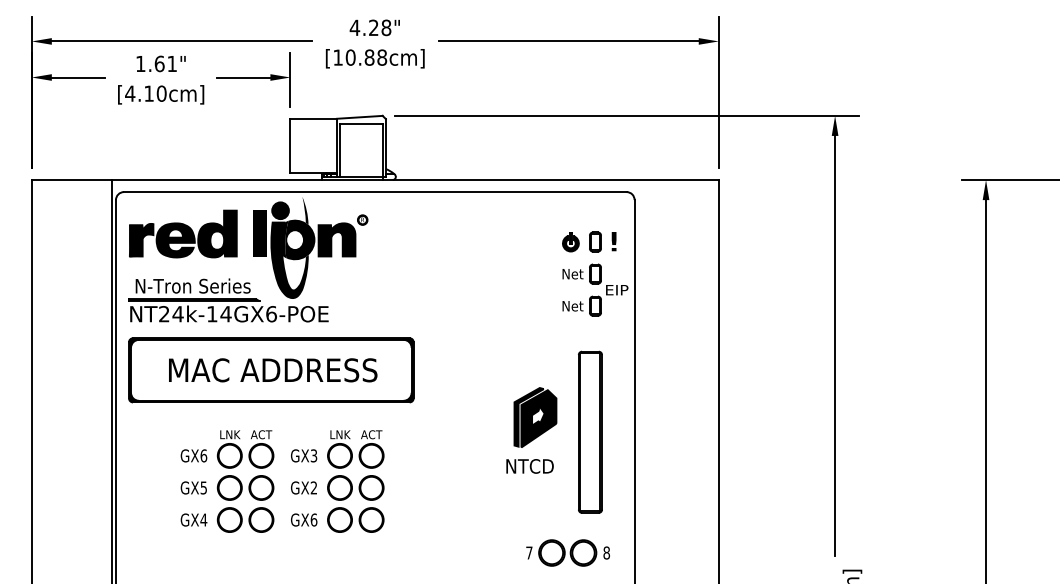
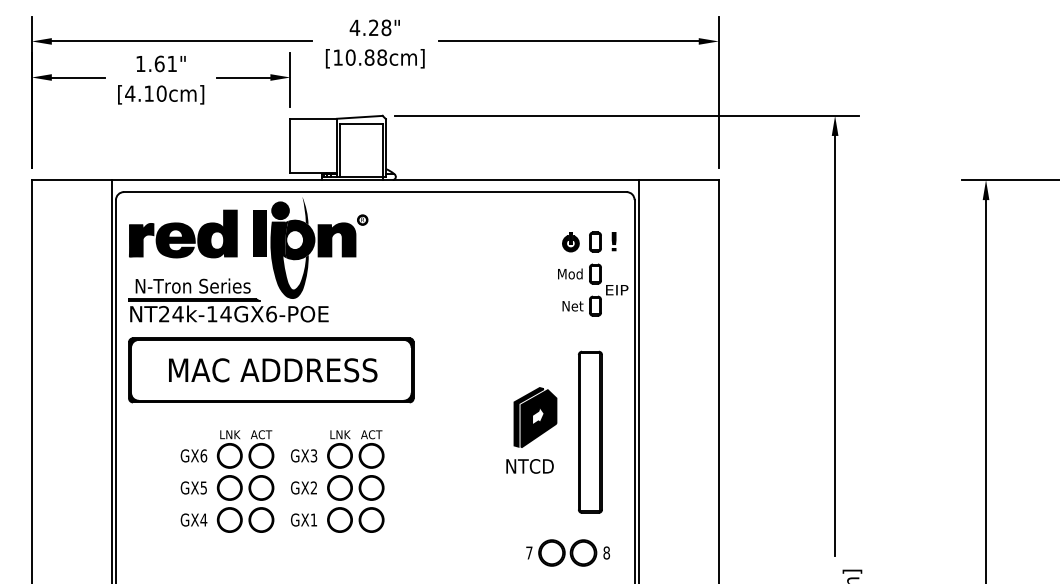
text at (570, 273): Net -> Mod
line at (638, 380): none -> present
text at (313, 519): GX6 -> GX1
